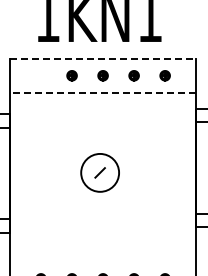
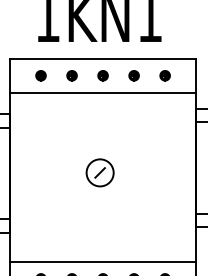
line at (103, 58): dashed -> solid
part at (40, 75): none -> present
line at (102, 92): dashed -> solid
circle at (100, 172) diameter: 38 px -> 27 px
line at (103, 261): none -> present
